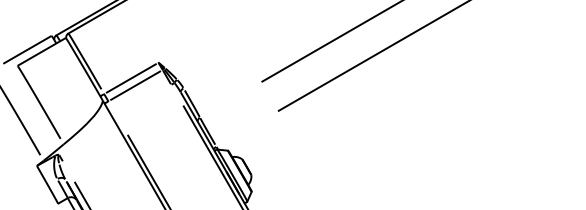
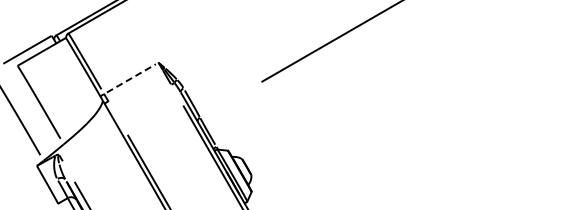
line at (372, 56): present -> none
line at (131, 78): solid -> dashed
line at (135, 85): present -> none
